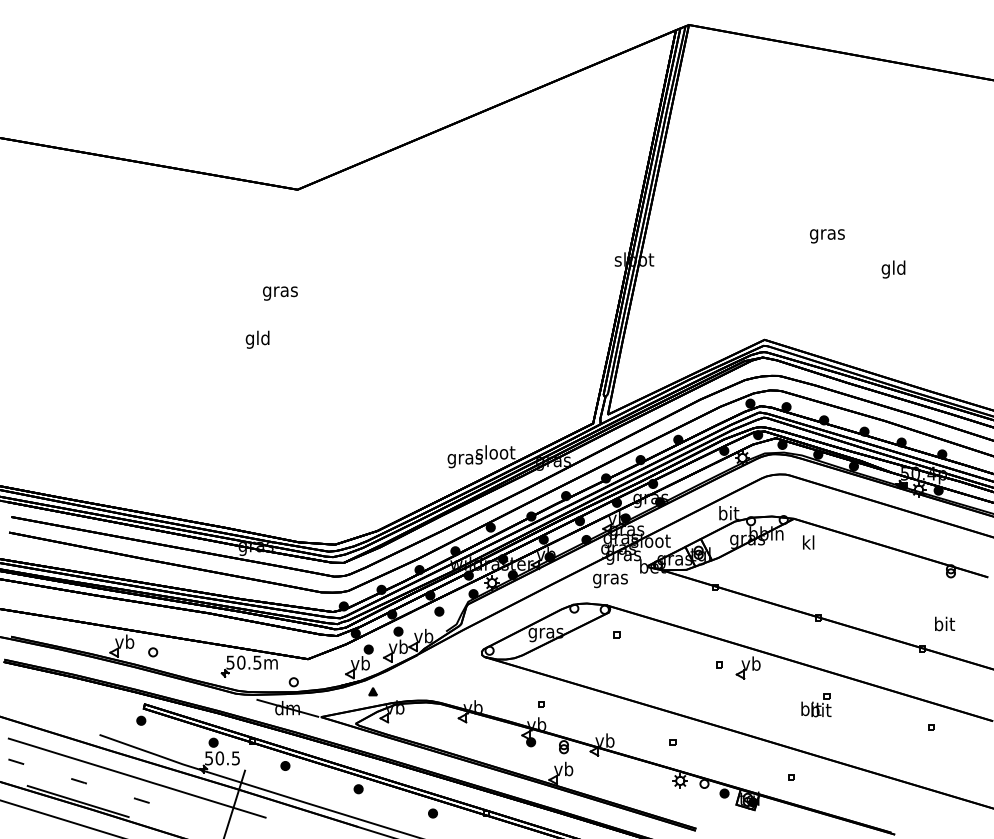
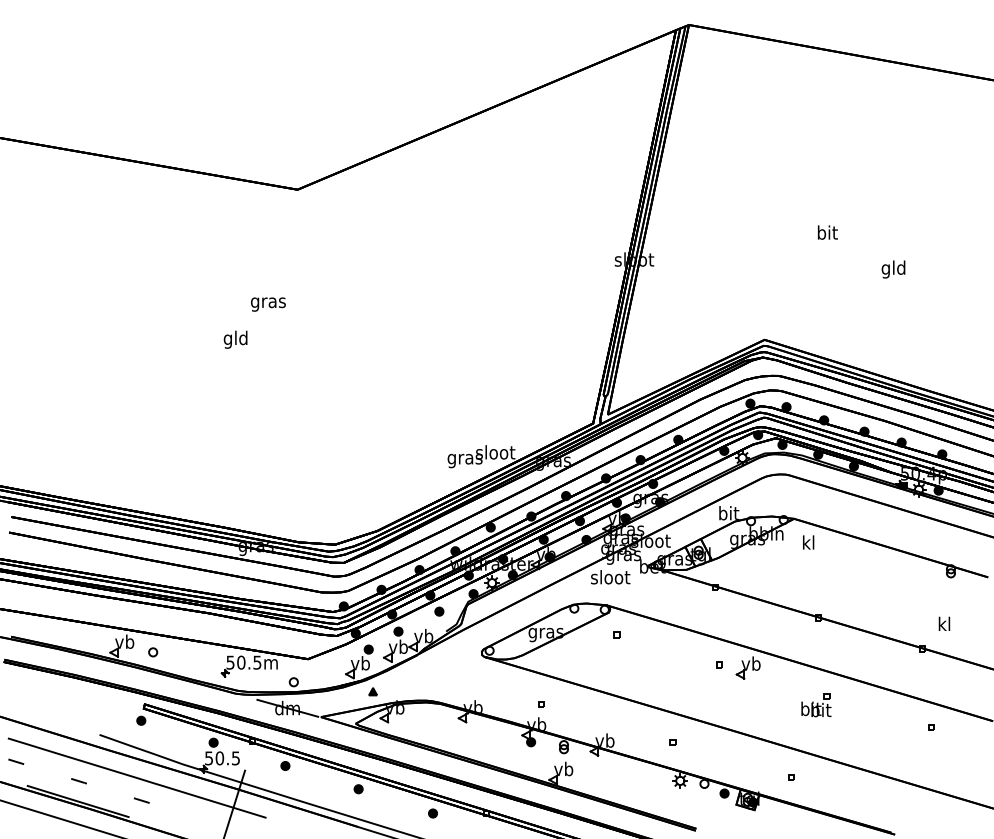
text at (827, 234): gras -> bit
text at (280, 293) position: (280, 293) -> (268, 304)
text at (257, 339) position: (257, 339) -> (235, 339)
text at (610, 579): gras -> sloot
text at (945, 623): bit -> kl
